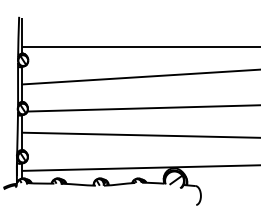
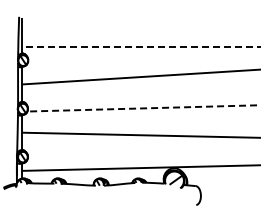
line at (141, 46): solid -> dashed
line at (143, 108): solid -> dashed
